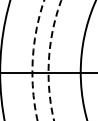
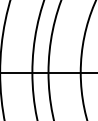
circle at (38, 60): dashed -> solid
circle at (54, 60): dashed -> solid
